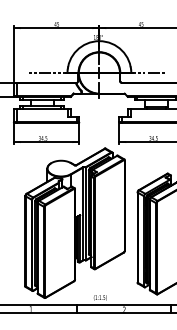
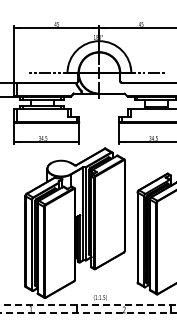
line at (88, 304): solid -> dashed
line at (88, 313): solid -> dashed
